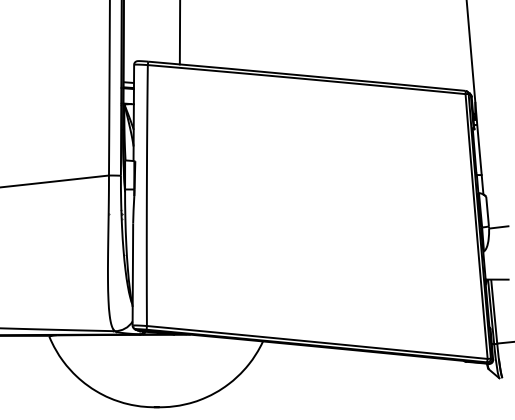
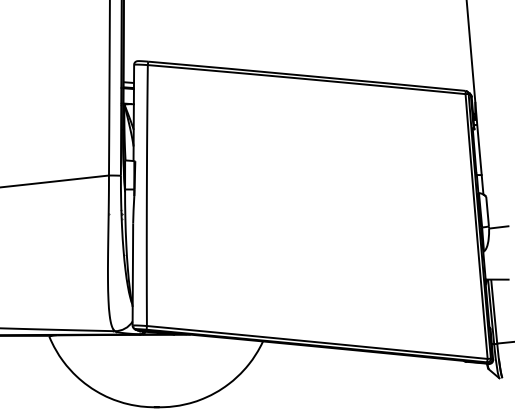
line at (179, 33): present -> none
